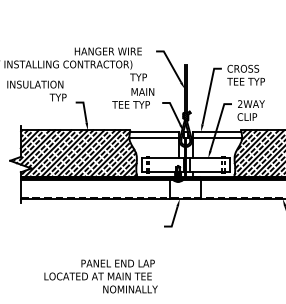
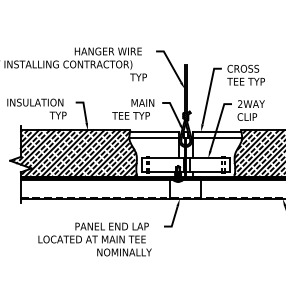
text at (36, 90) position: (36, 90) -> (36, 108)
text at (133, 98) position: (133, 98) -> (133, 109)
text at (100, 276) position: (100, 276) -> (94, 239)
